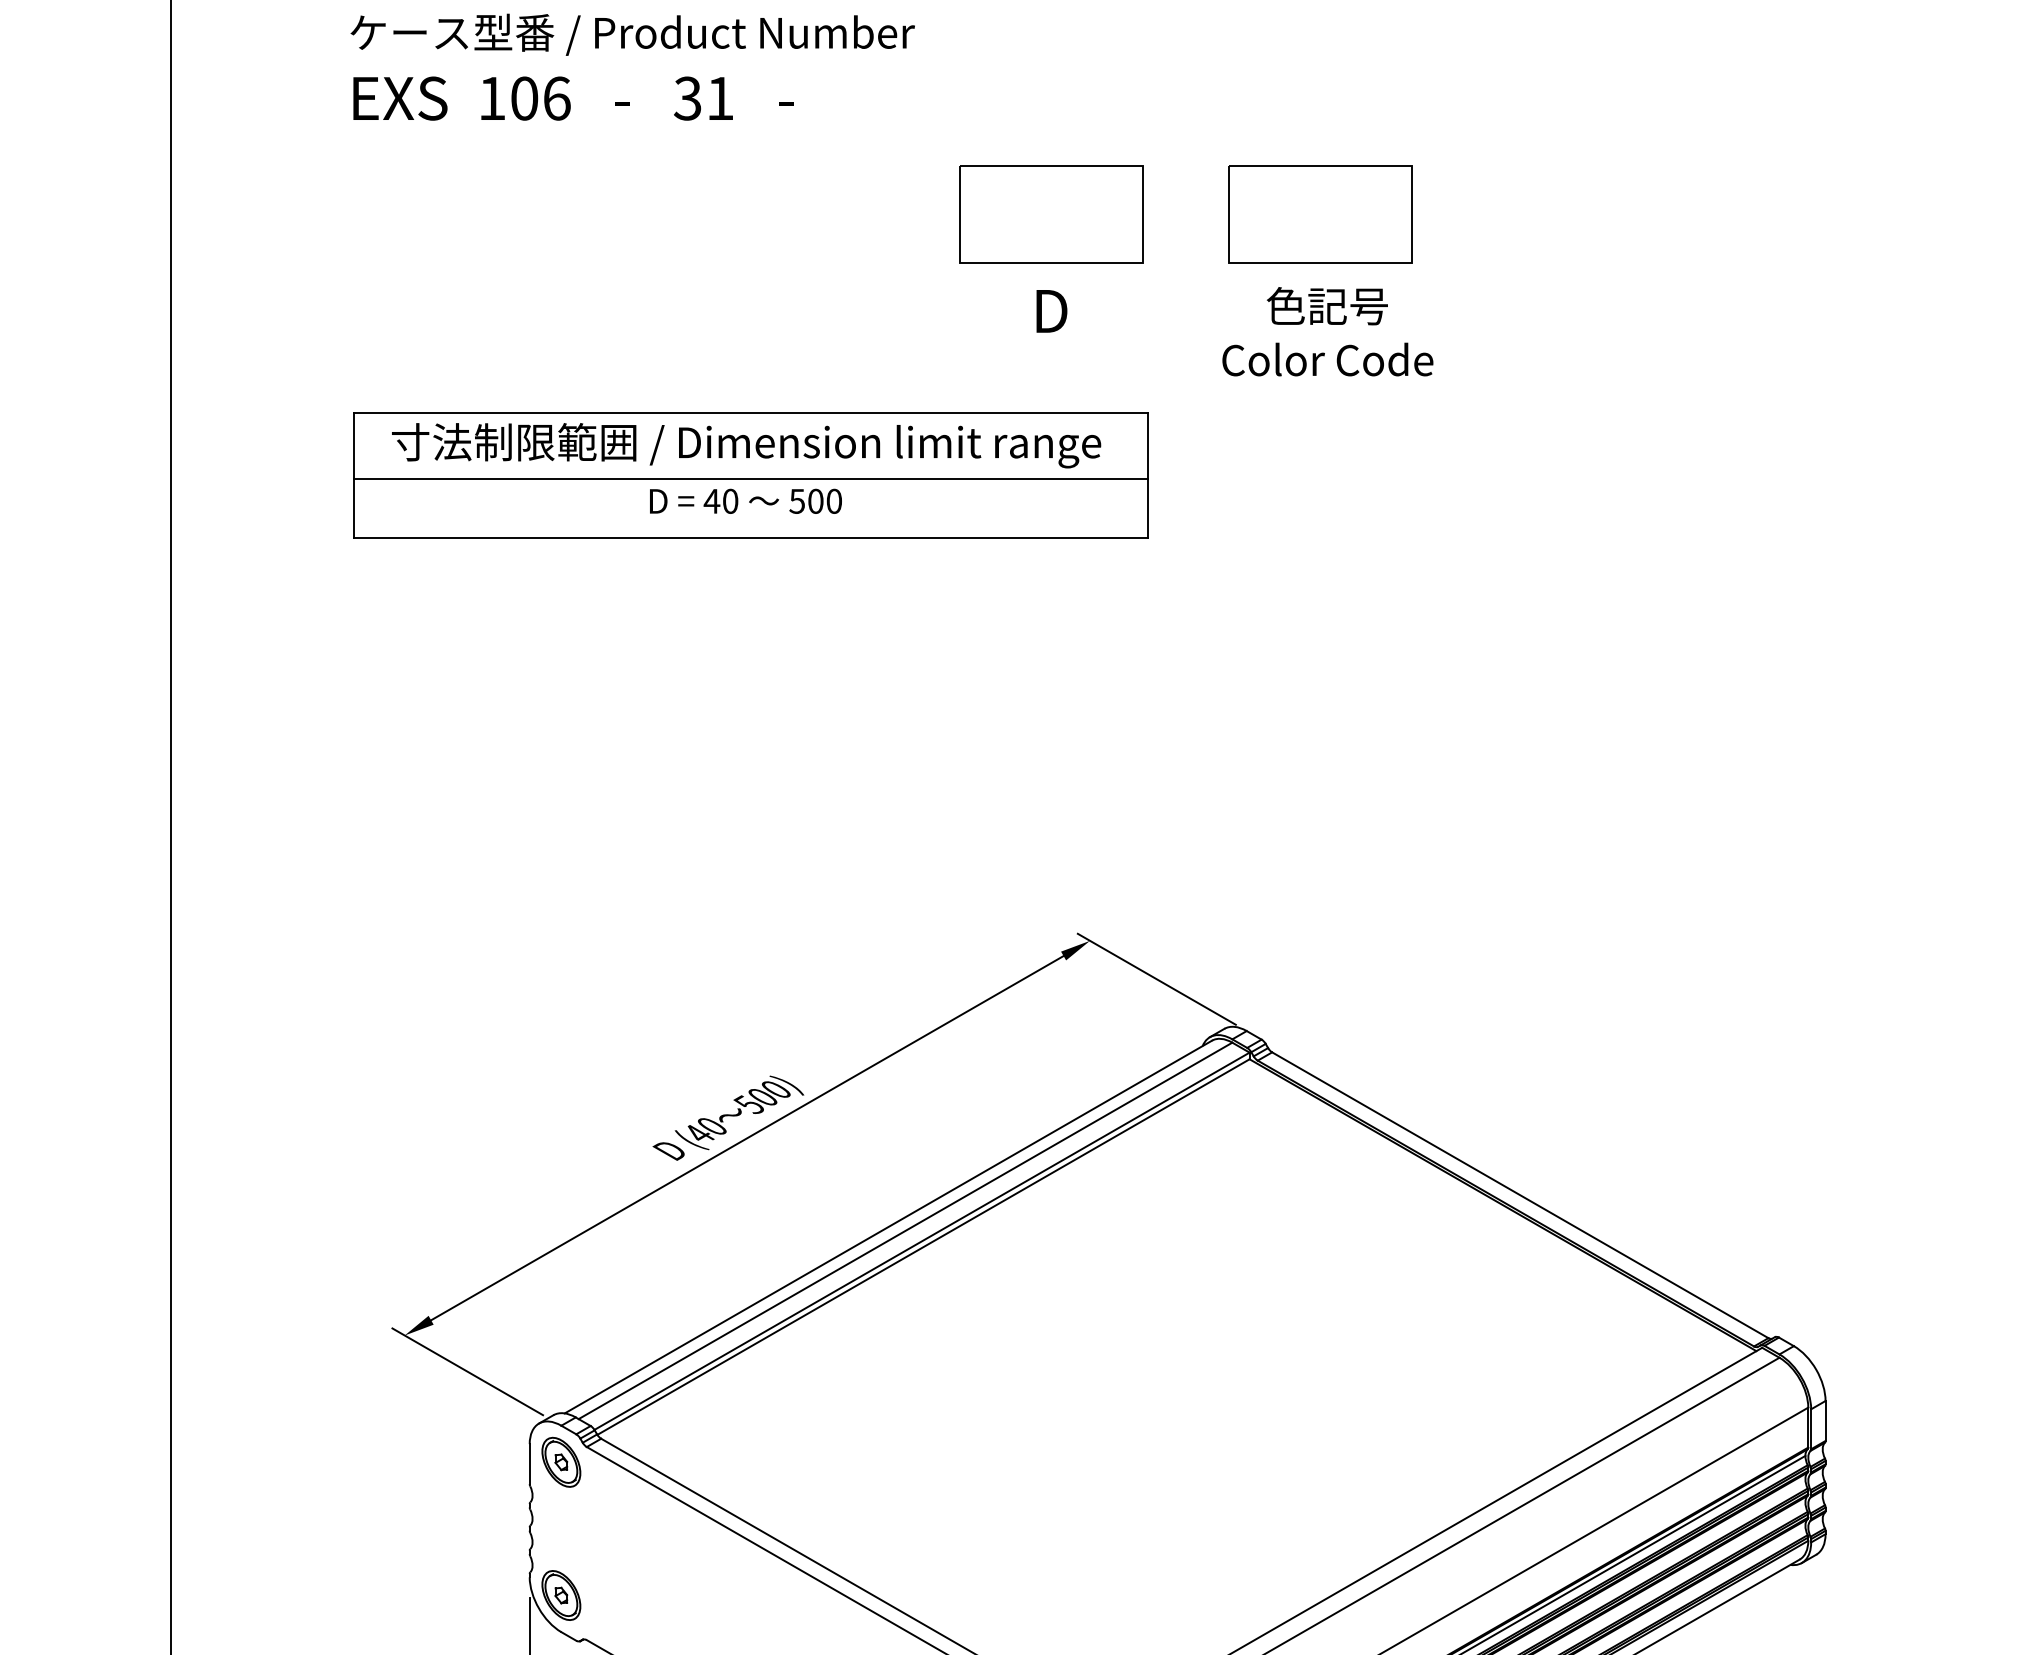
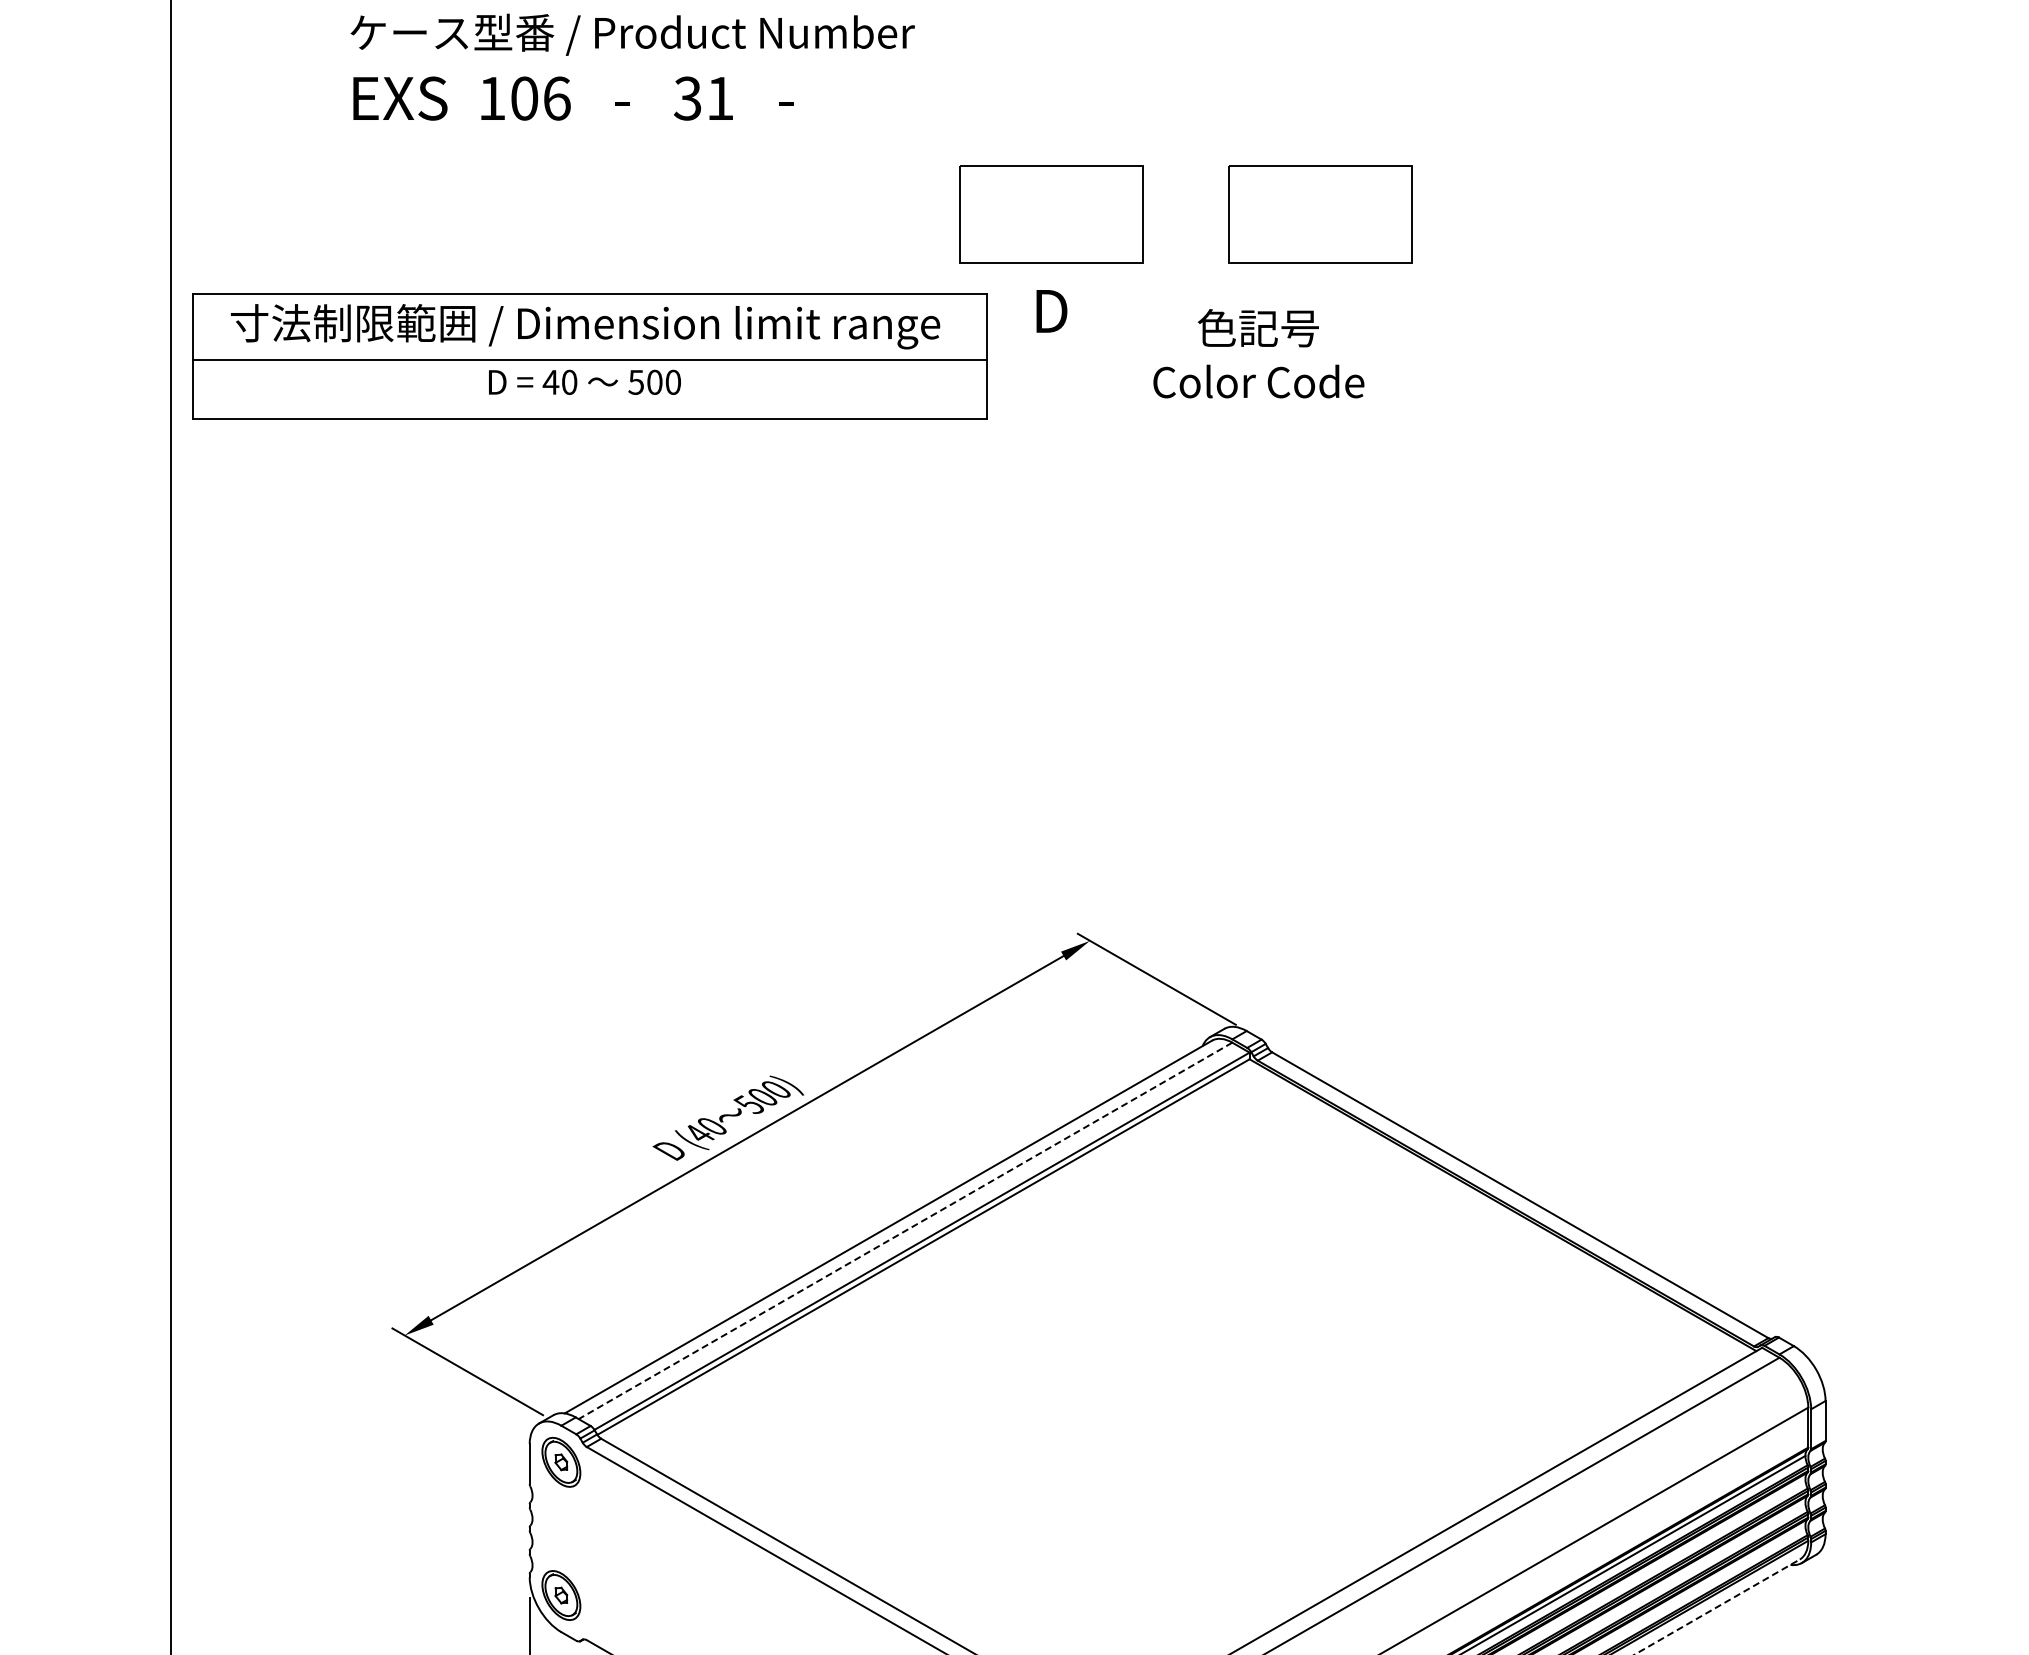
text at (1327, 331) position: (1327, 331) -> (1258, 353)
part at (750, 475) position: (750, 475) -> (589, 356)
line at (905, 1231): solid -> dashed
line at (1717, 1606): solid -> dashed
